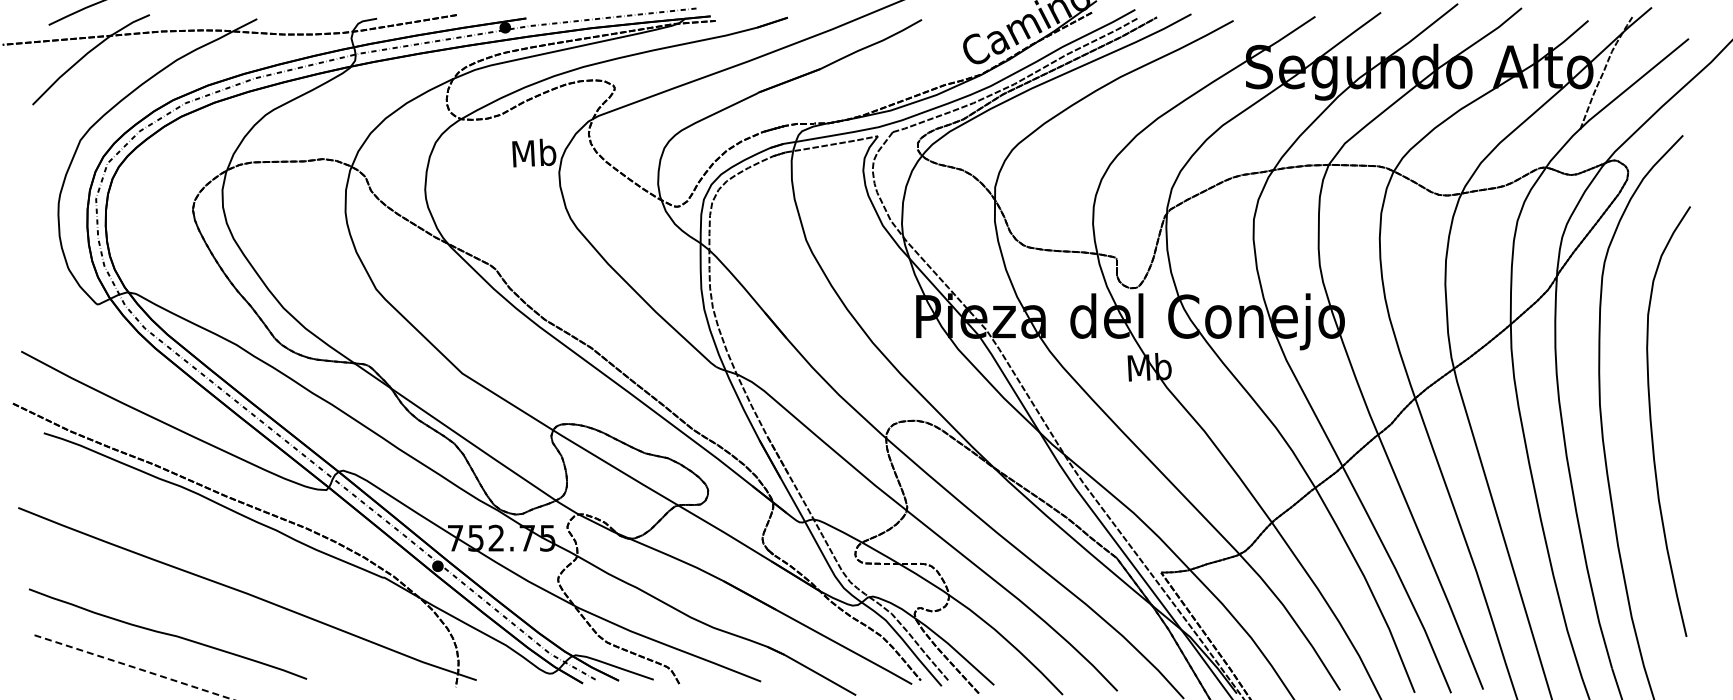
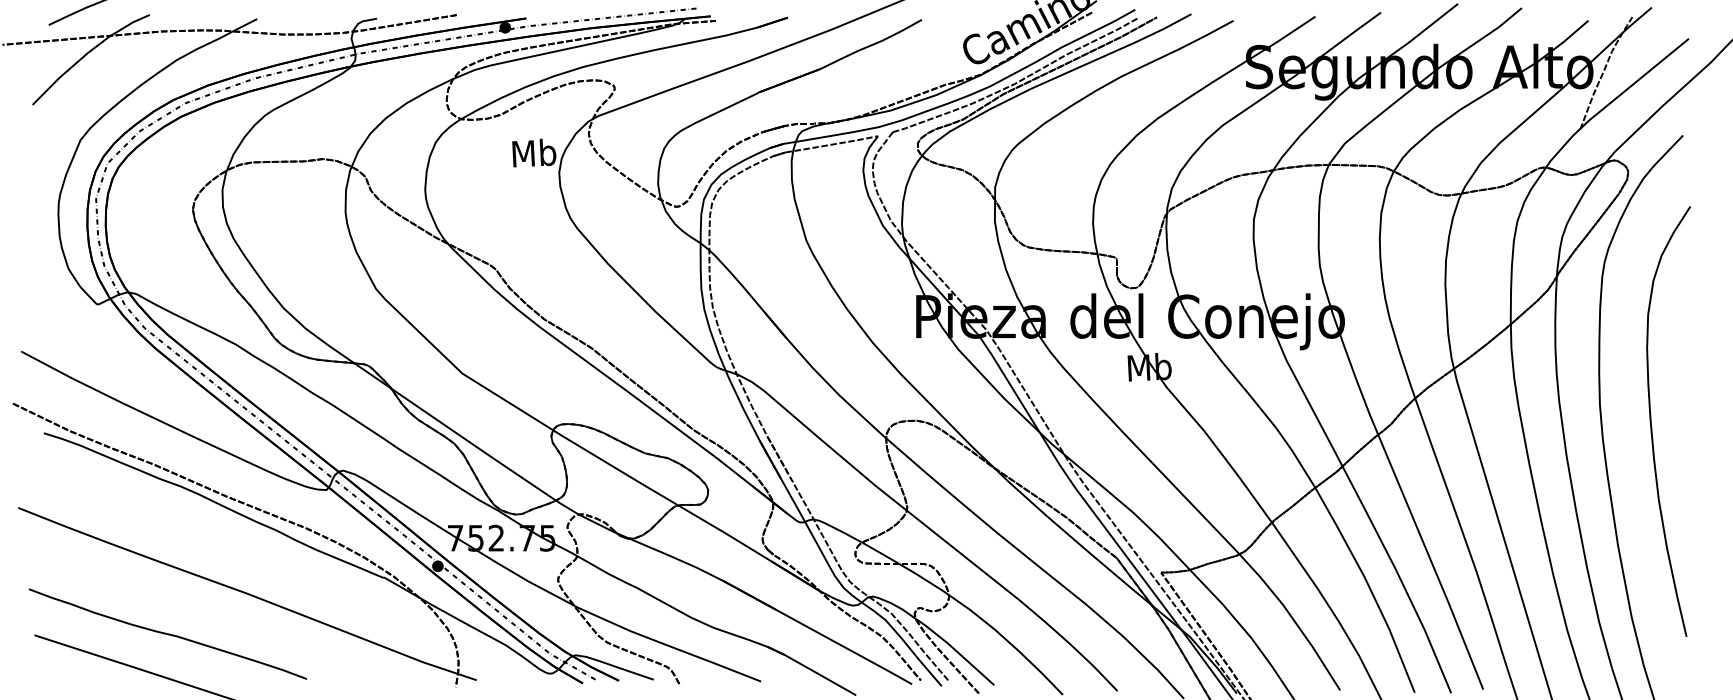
line at (135, 667): dashed -> solid
